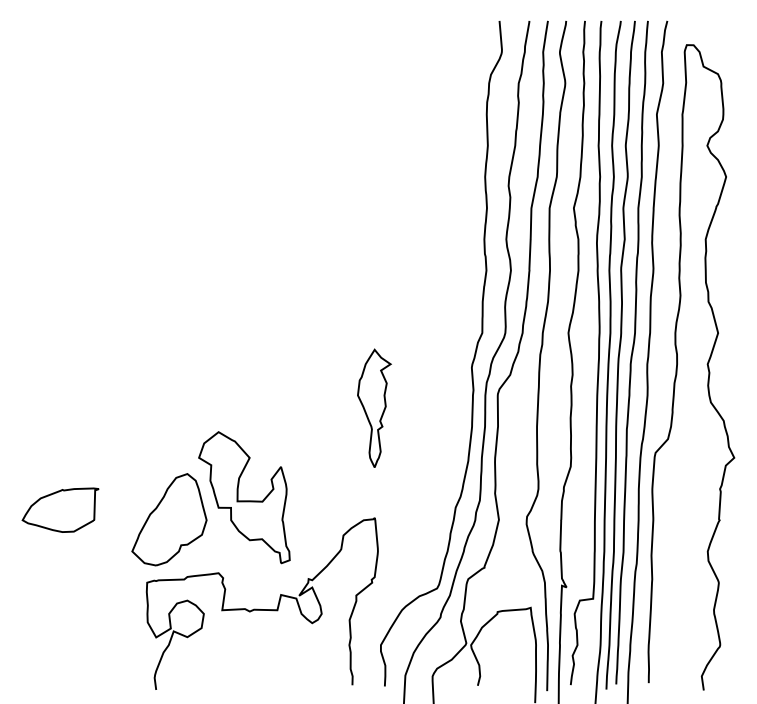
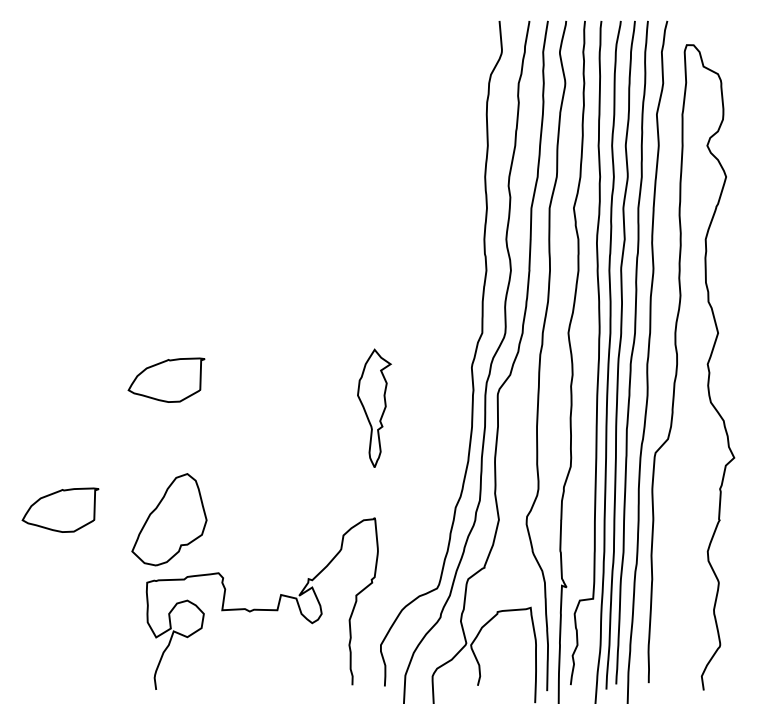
part at (166, 379): none -> present
part at (244, 497): present -> none
